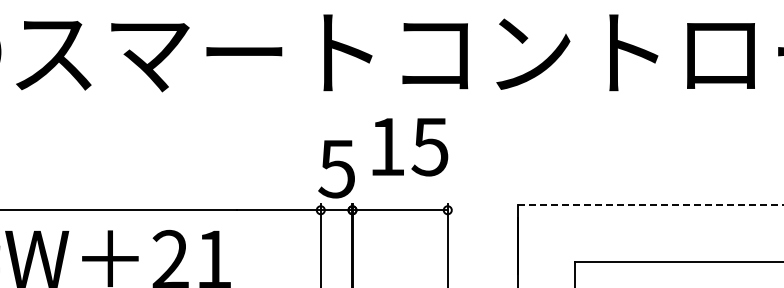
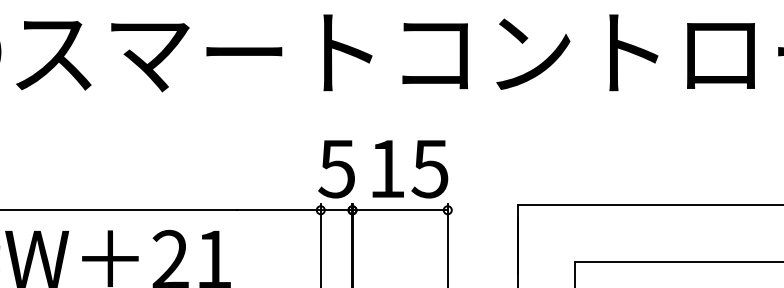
text at (410, 147) position: (410, 147) -> (410, 169)
line at (650, 204): dashed -> solid
